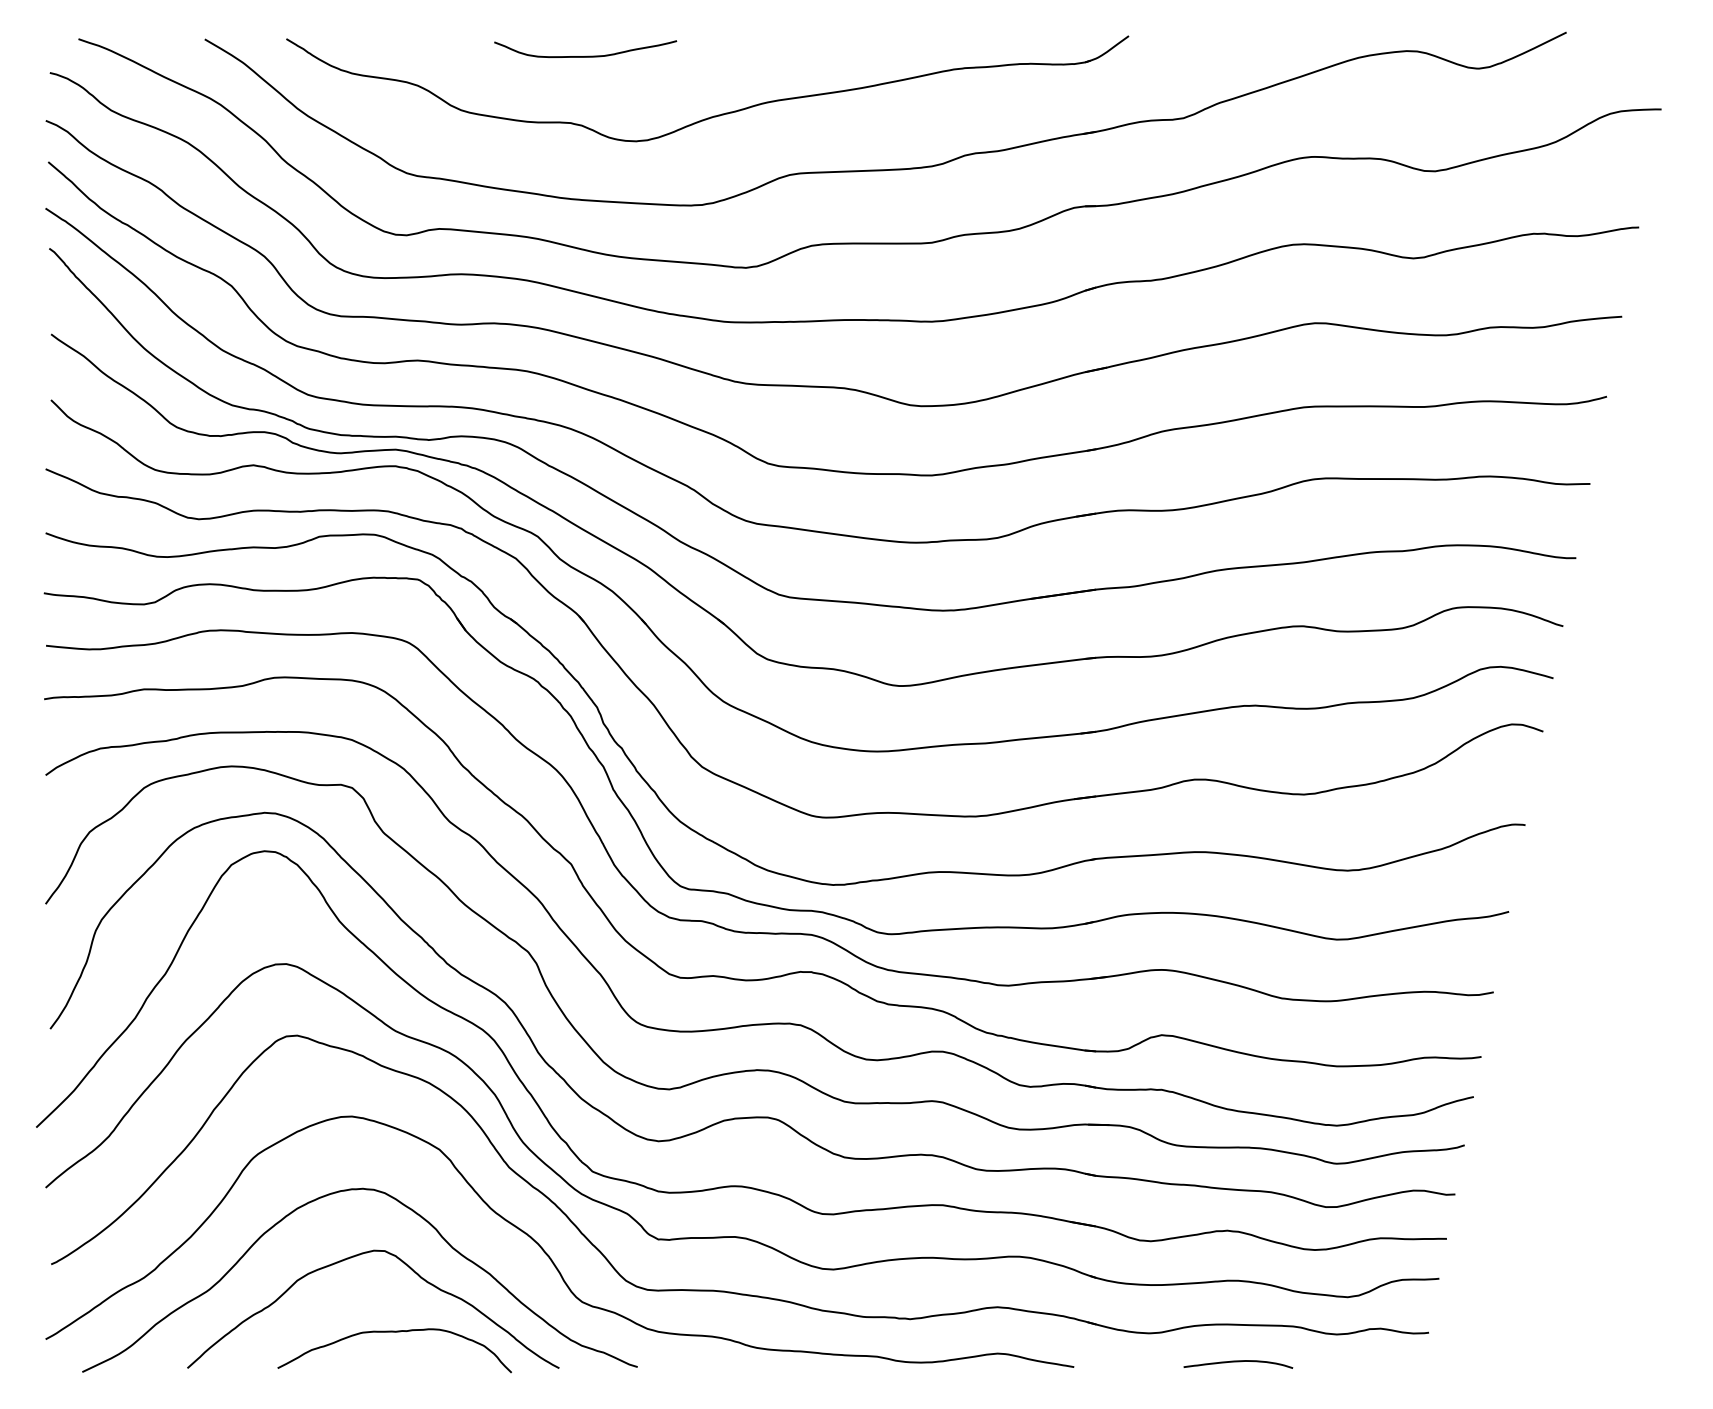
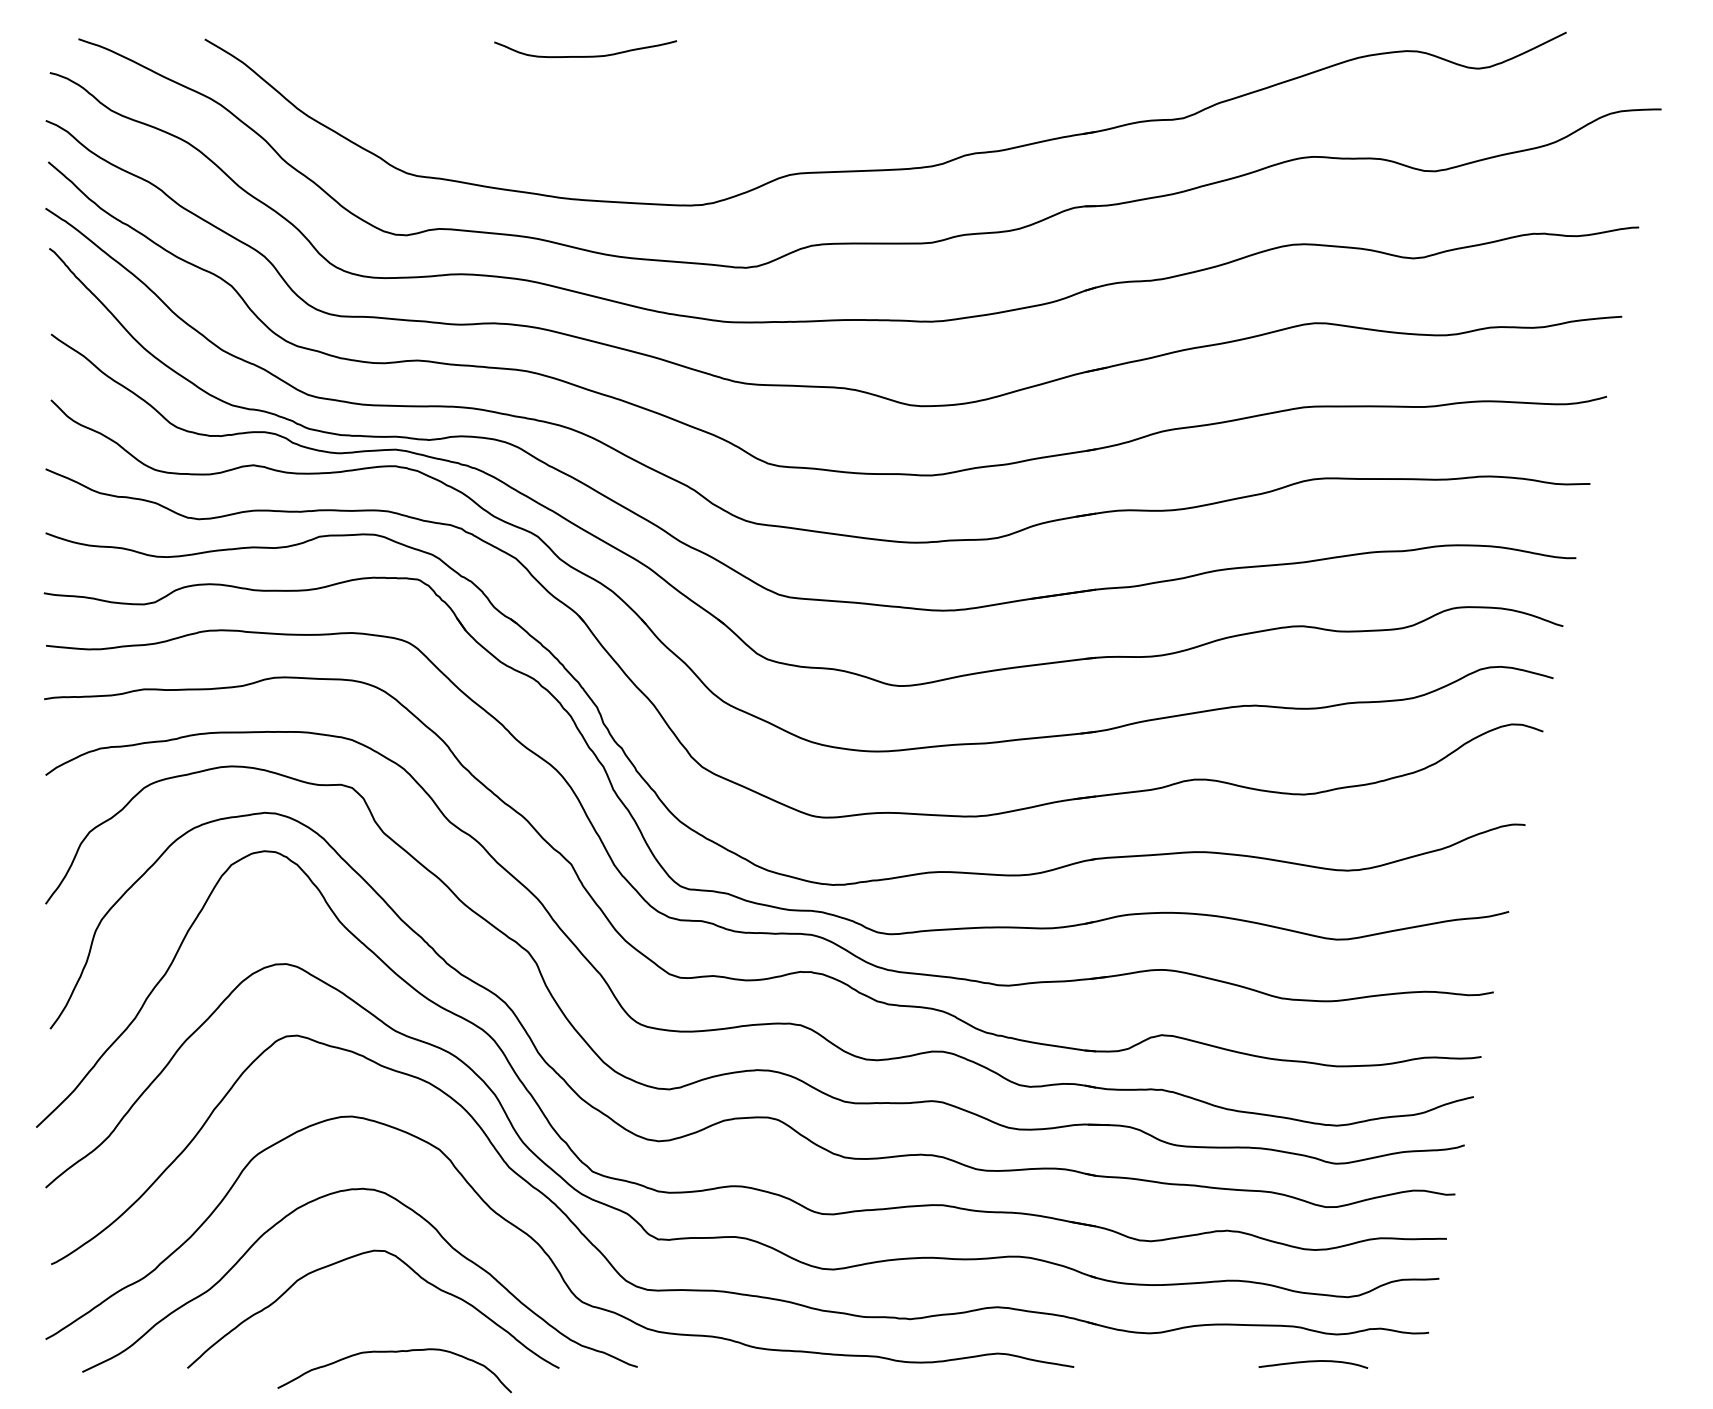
part at (714, 115): present -> none
curve at (394, 1332) position: (394, 1332) -> (394, 1352)
curve at (1238, 1362) position: (1238, 1362) -> (1313, 1362)
